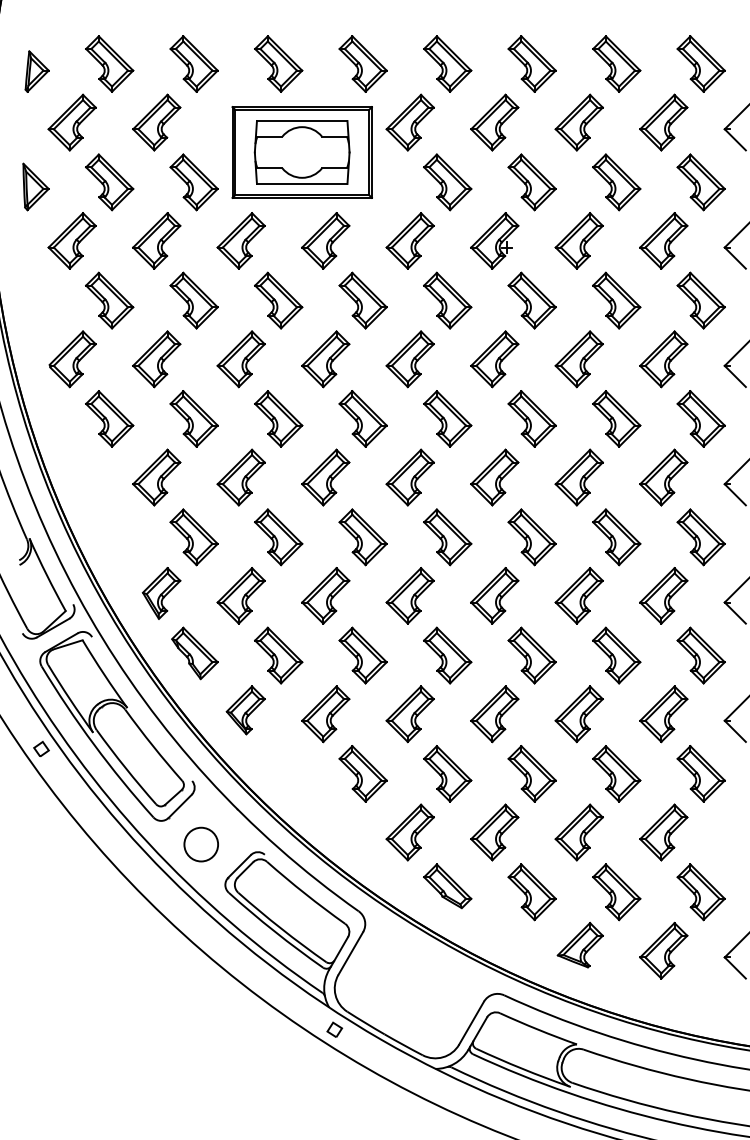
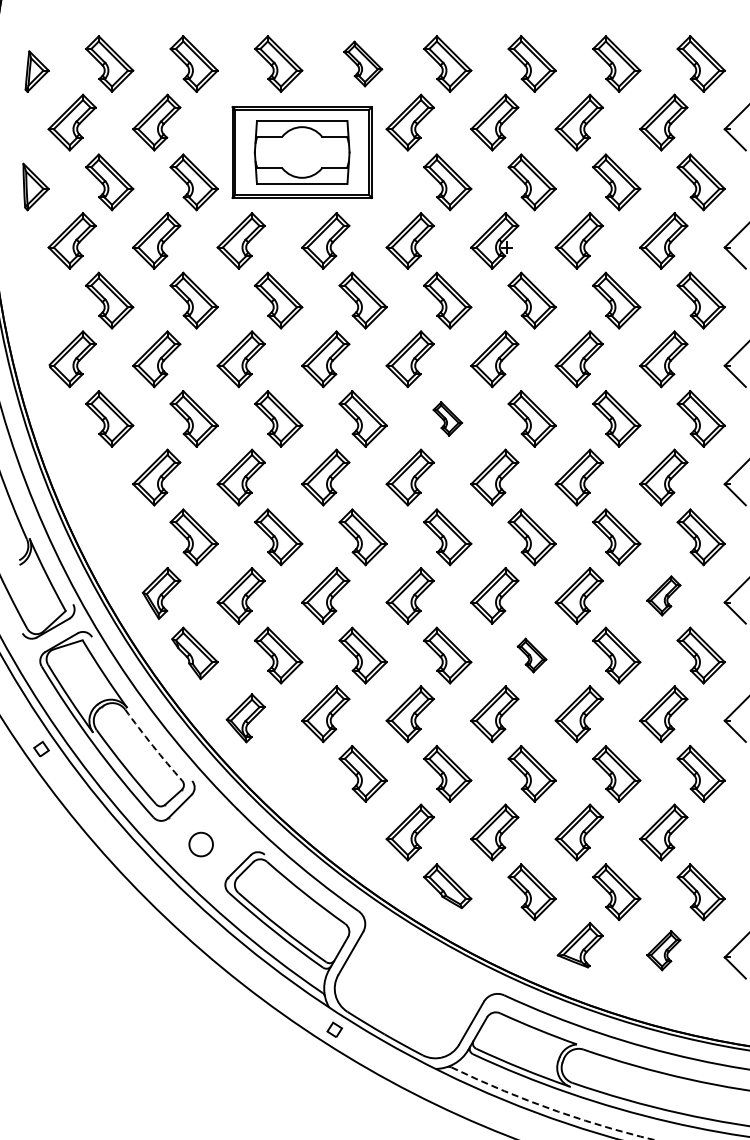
part at (362, 63) size: 50x58 px -> 41x48 px
part at (447, 418) size: 50x58 px -> 31x36 px
part at (663, 595) size: 50x58 px -> 36x42 px
part at (531, 655) size: 50x59 px -> 32x37 px
part at (245, 710) position: (245, 710) -> (245, 718)
arc at (152, 745): solid -> dashed
circle at (200, 844) size: 36x37 px -> 26x27 px
part at (663, 950) size: 50x59 px -> 36x42 px
arc at (551, 1109): solid -> dashed
